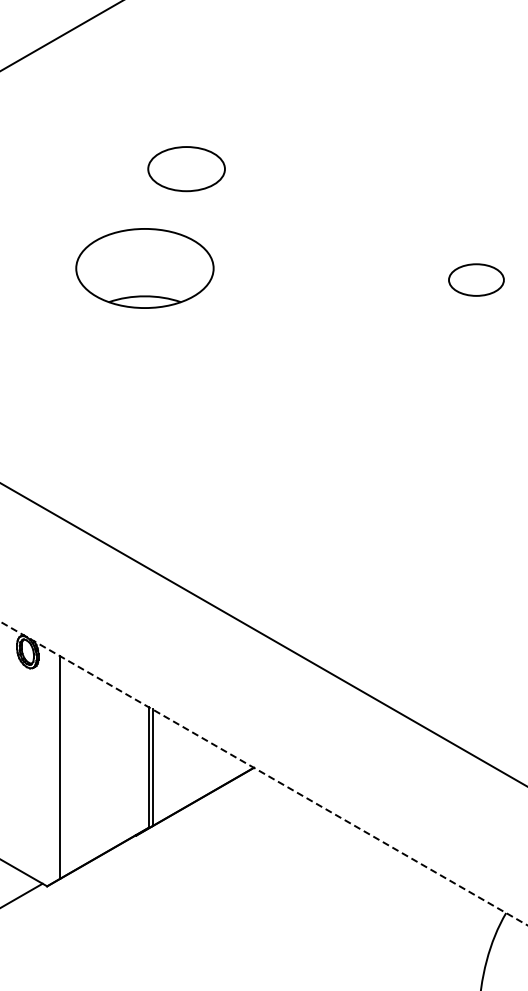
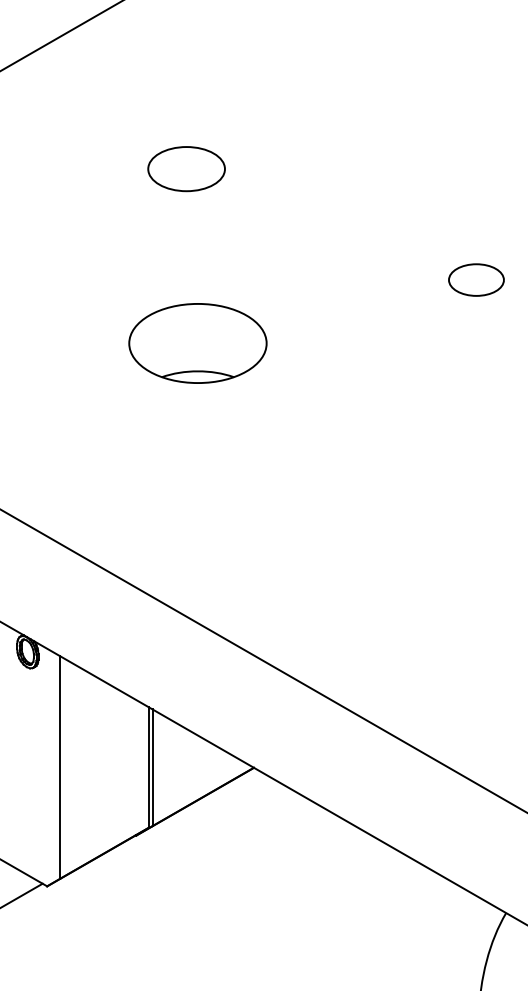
part at (144, 268) position: (144, 268) -> (197, 343)
line at (263, 634) position: (263, 634) -> (263, 660)
line at (263, 773): dashed -> solid
